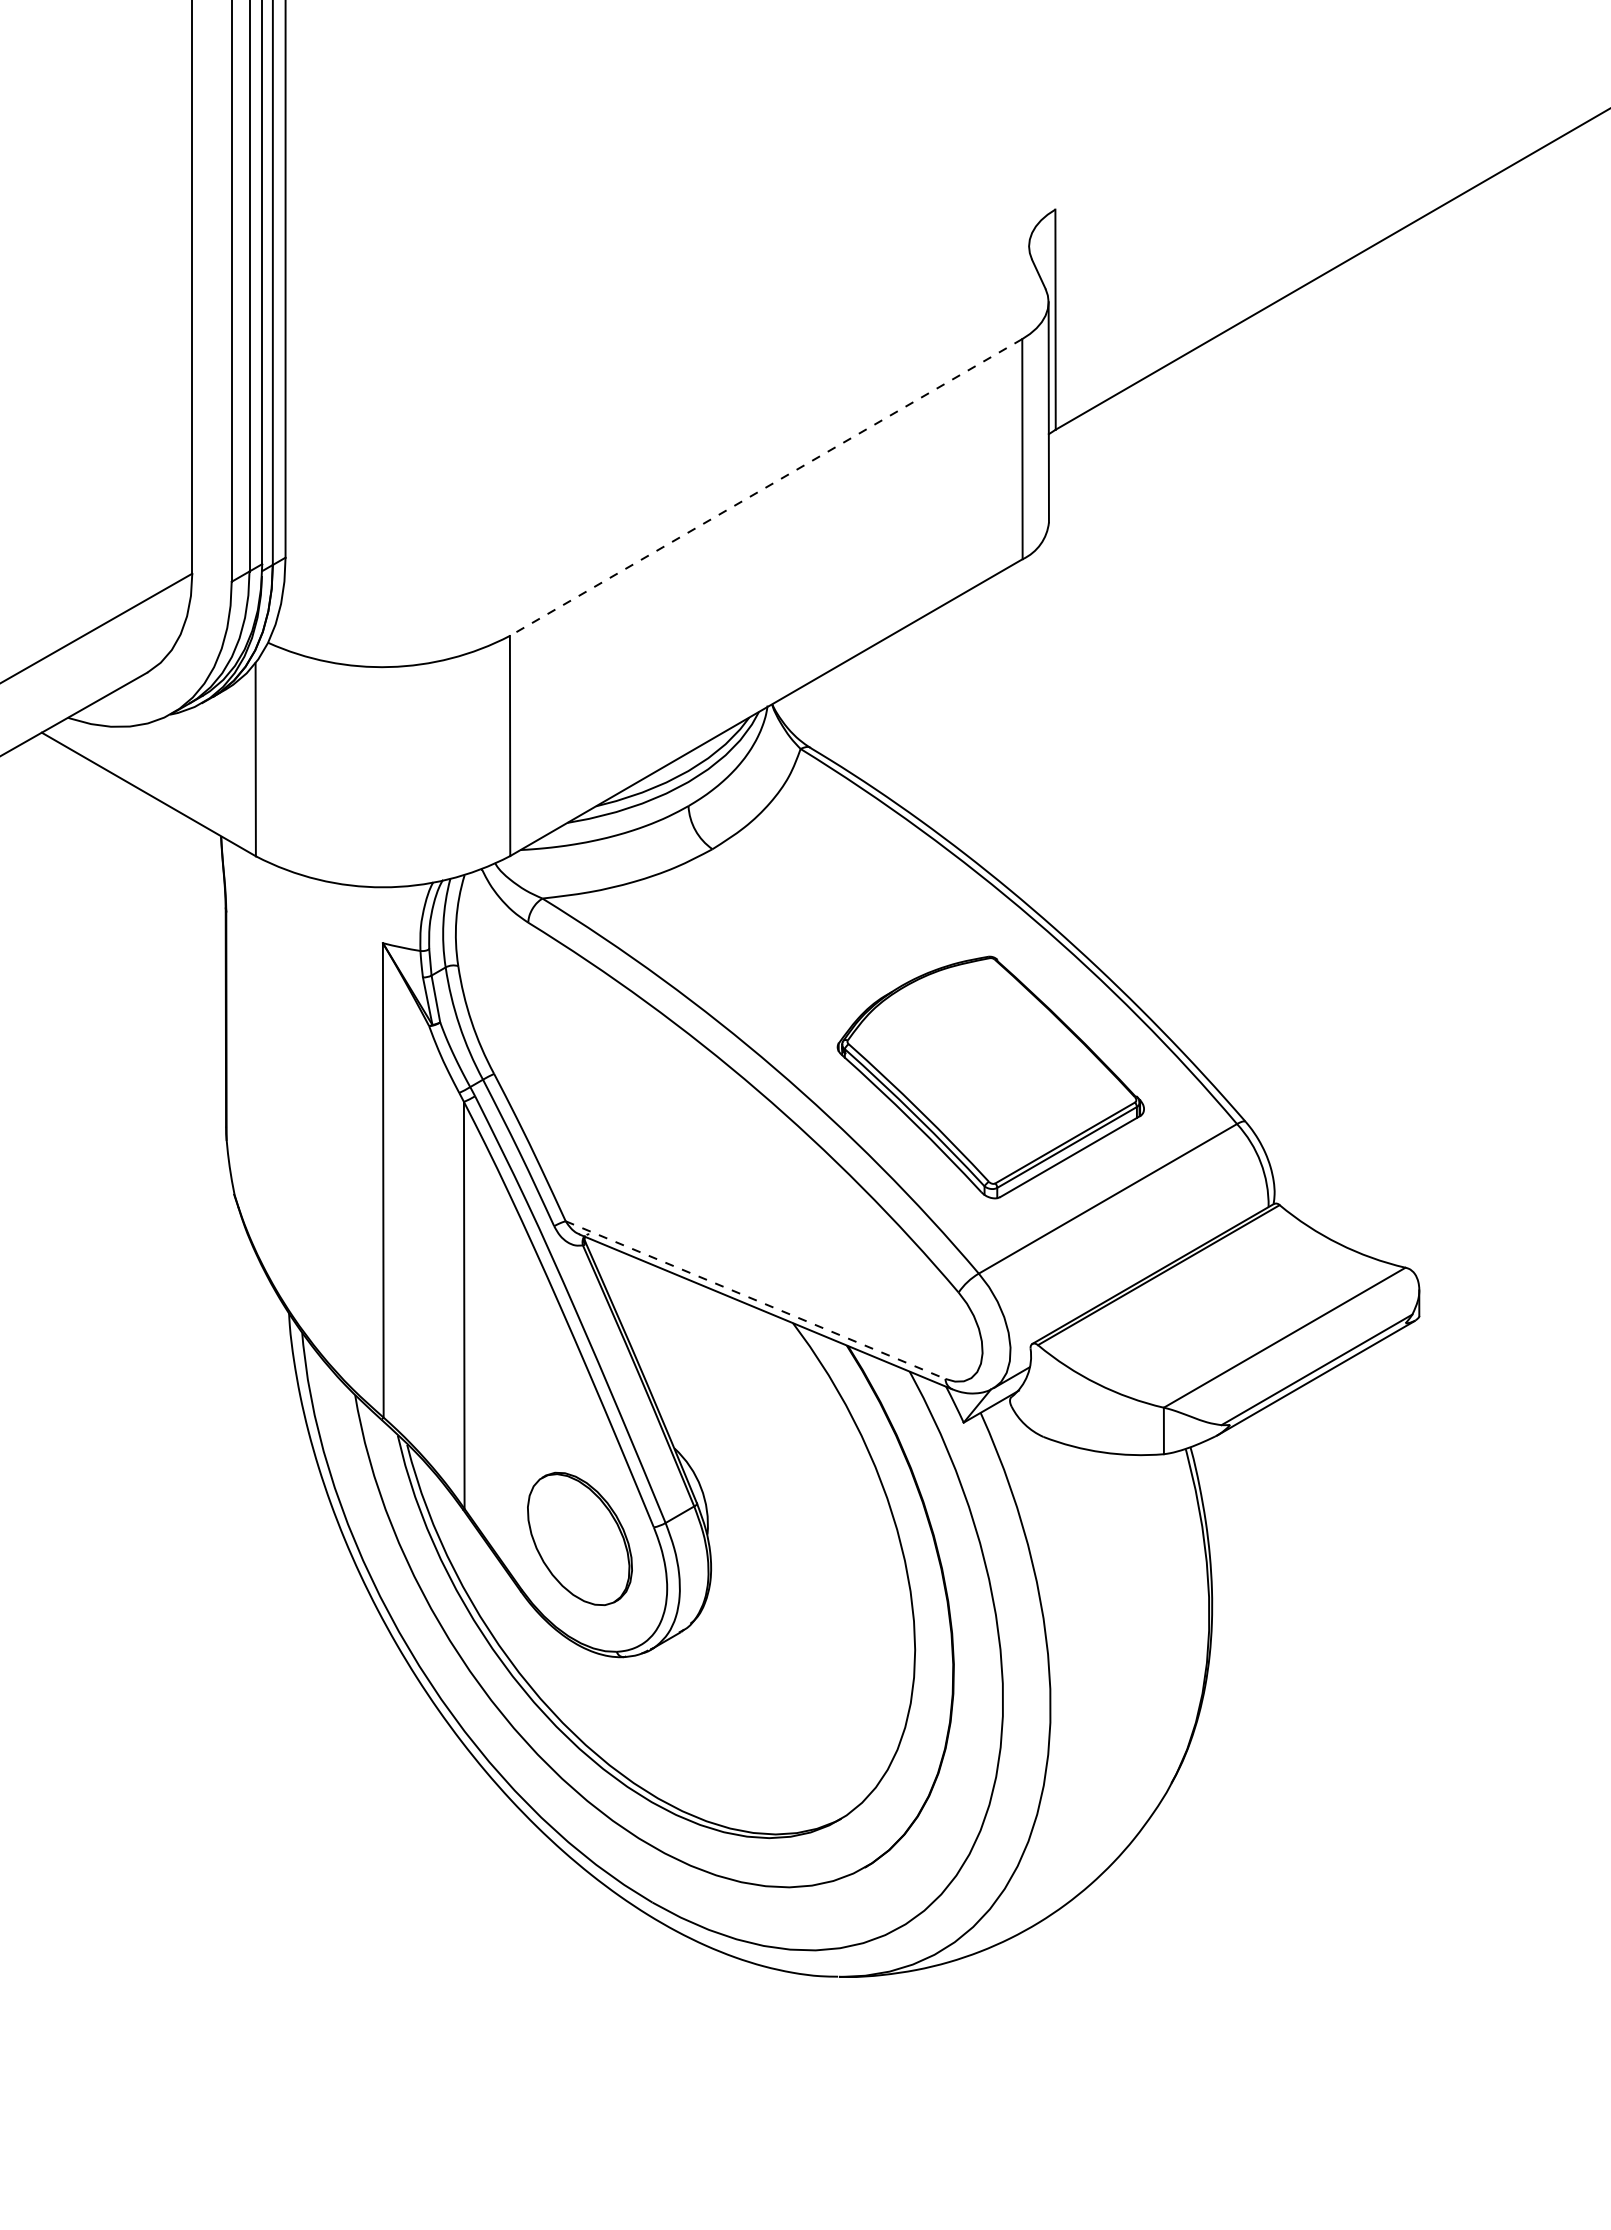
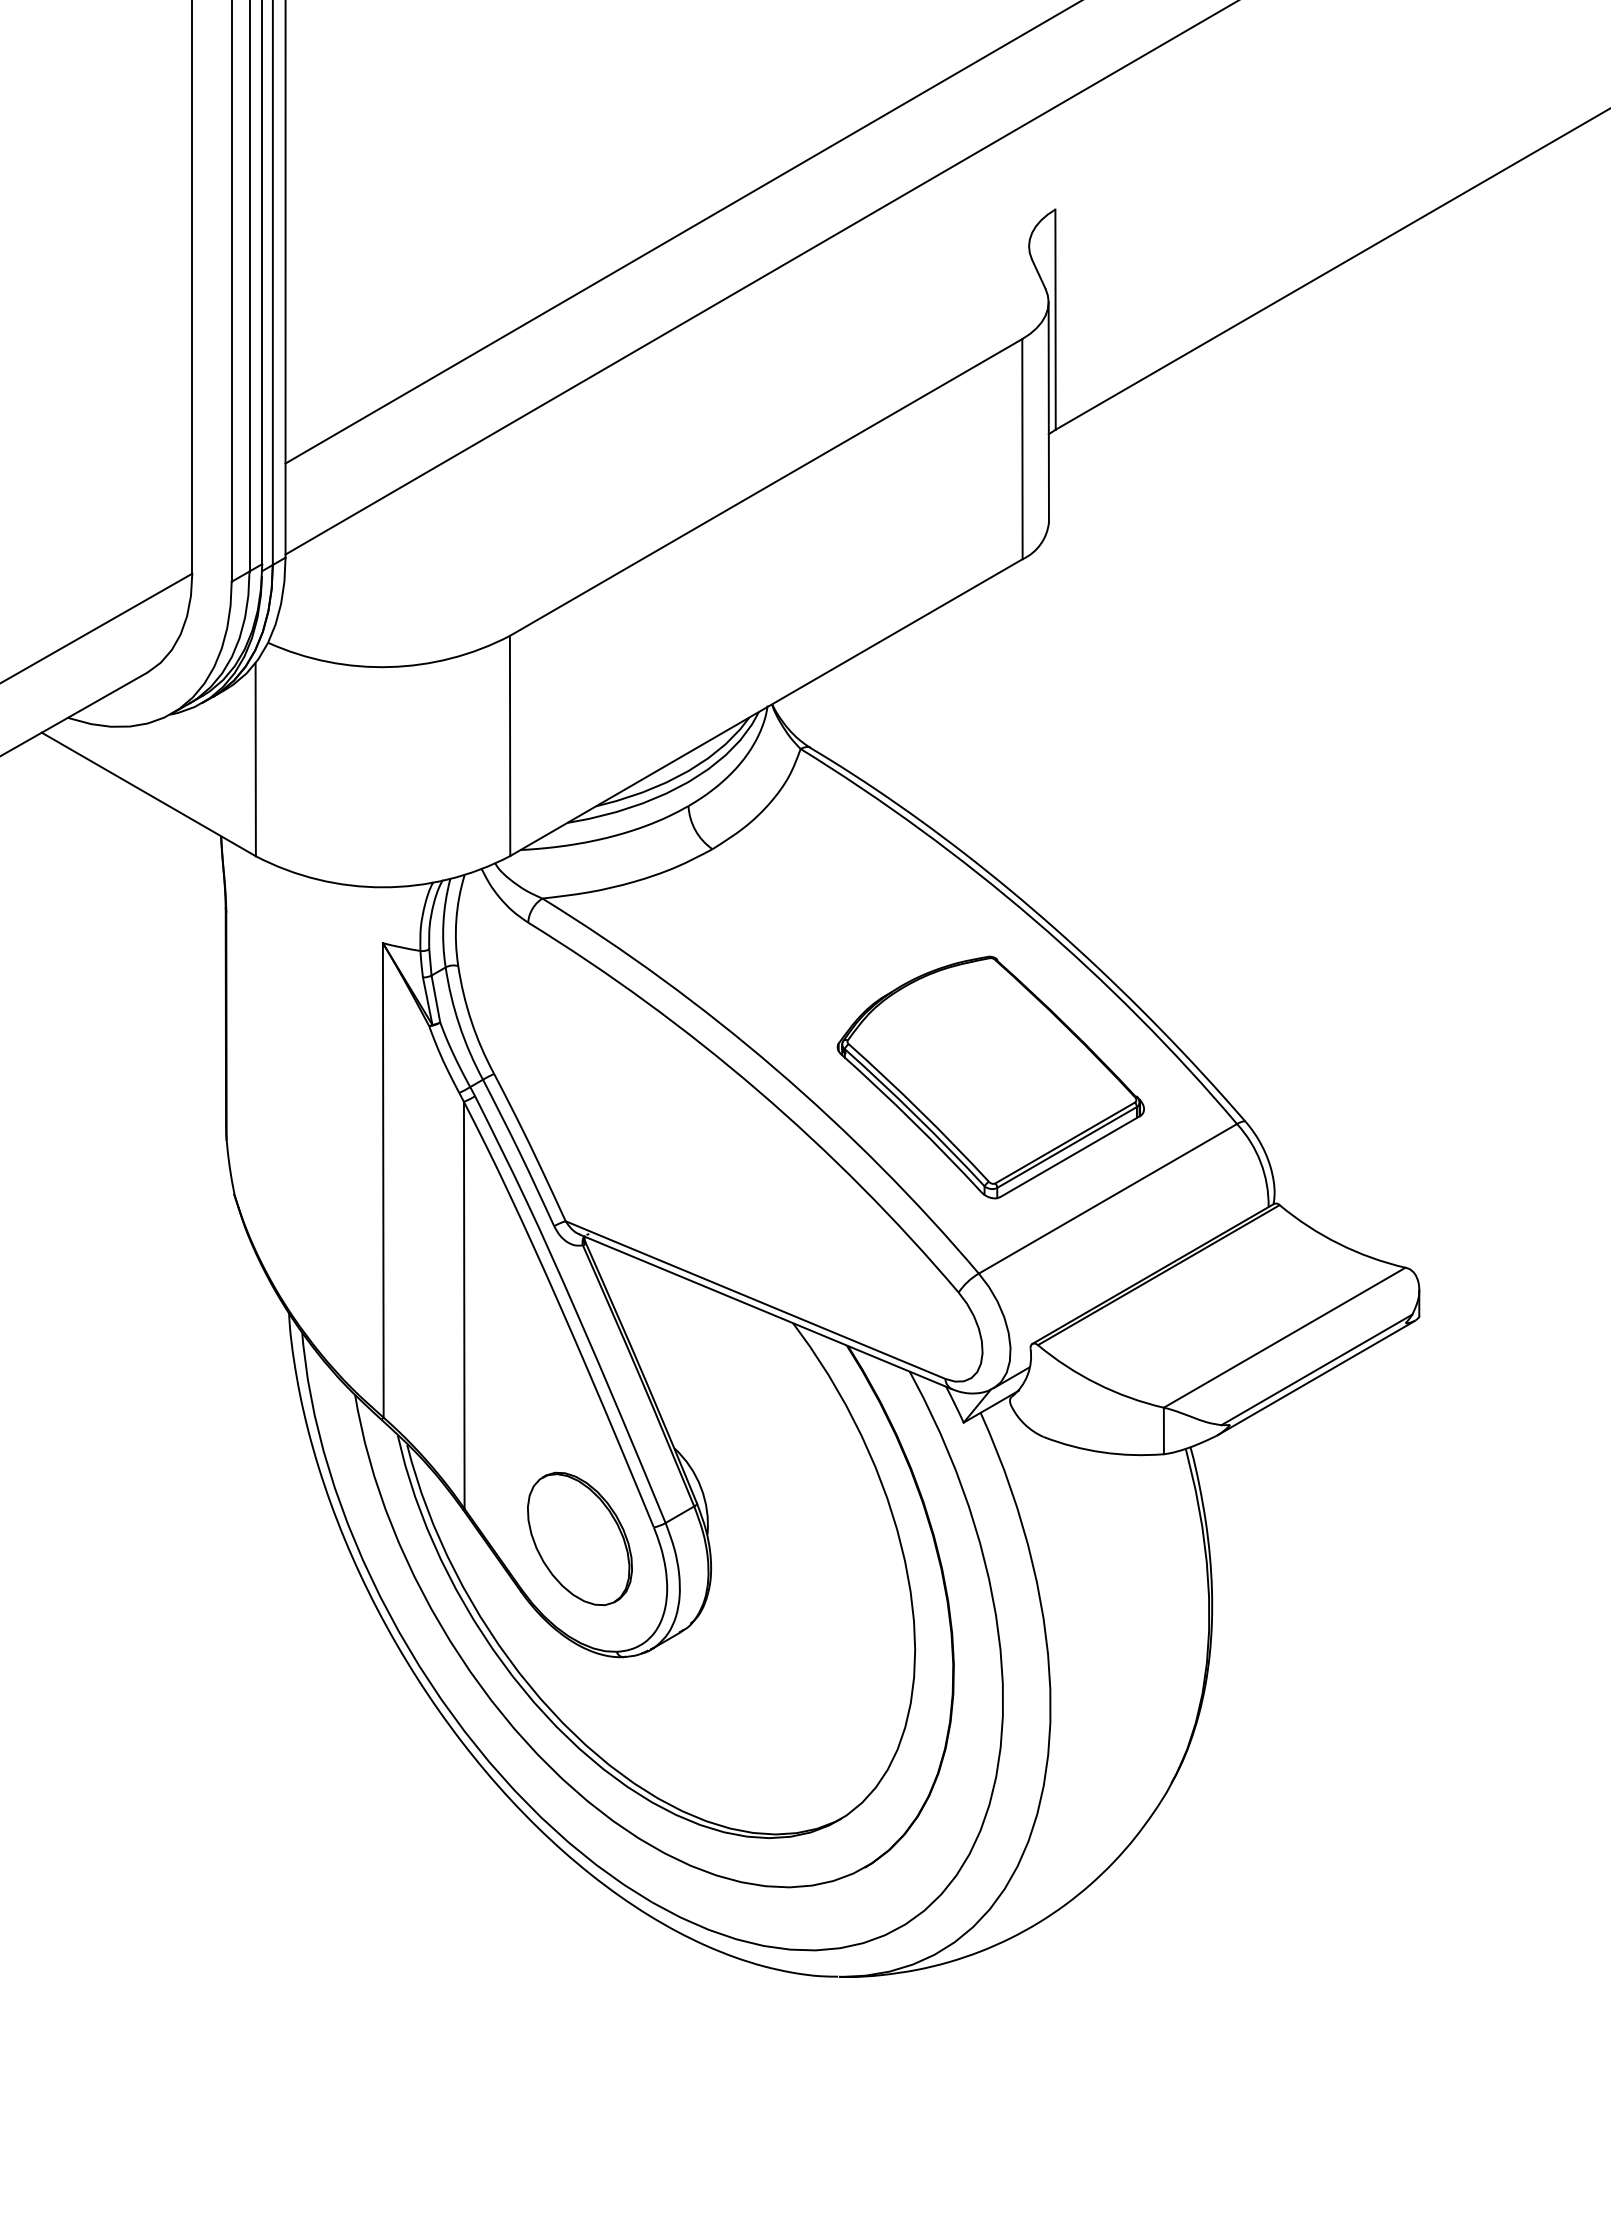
line at (682, 232): none -> present
line at (760, 278): none -> present
line at (765, 487): dashed -> solid
line at (755, 1300): dashed -> solid
